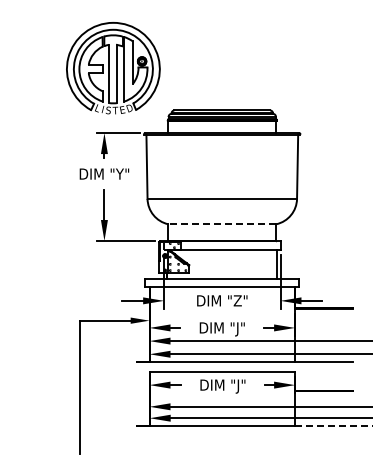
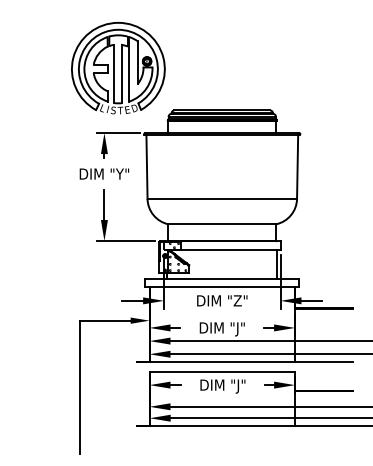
part at (113, 68) position: (113, 68) -> (118, 68)
line at (221, 224): dashed -> solid
line at (333, 426): dashed -> solid
